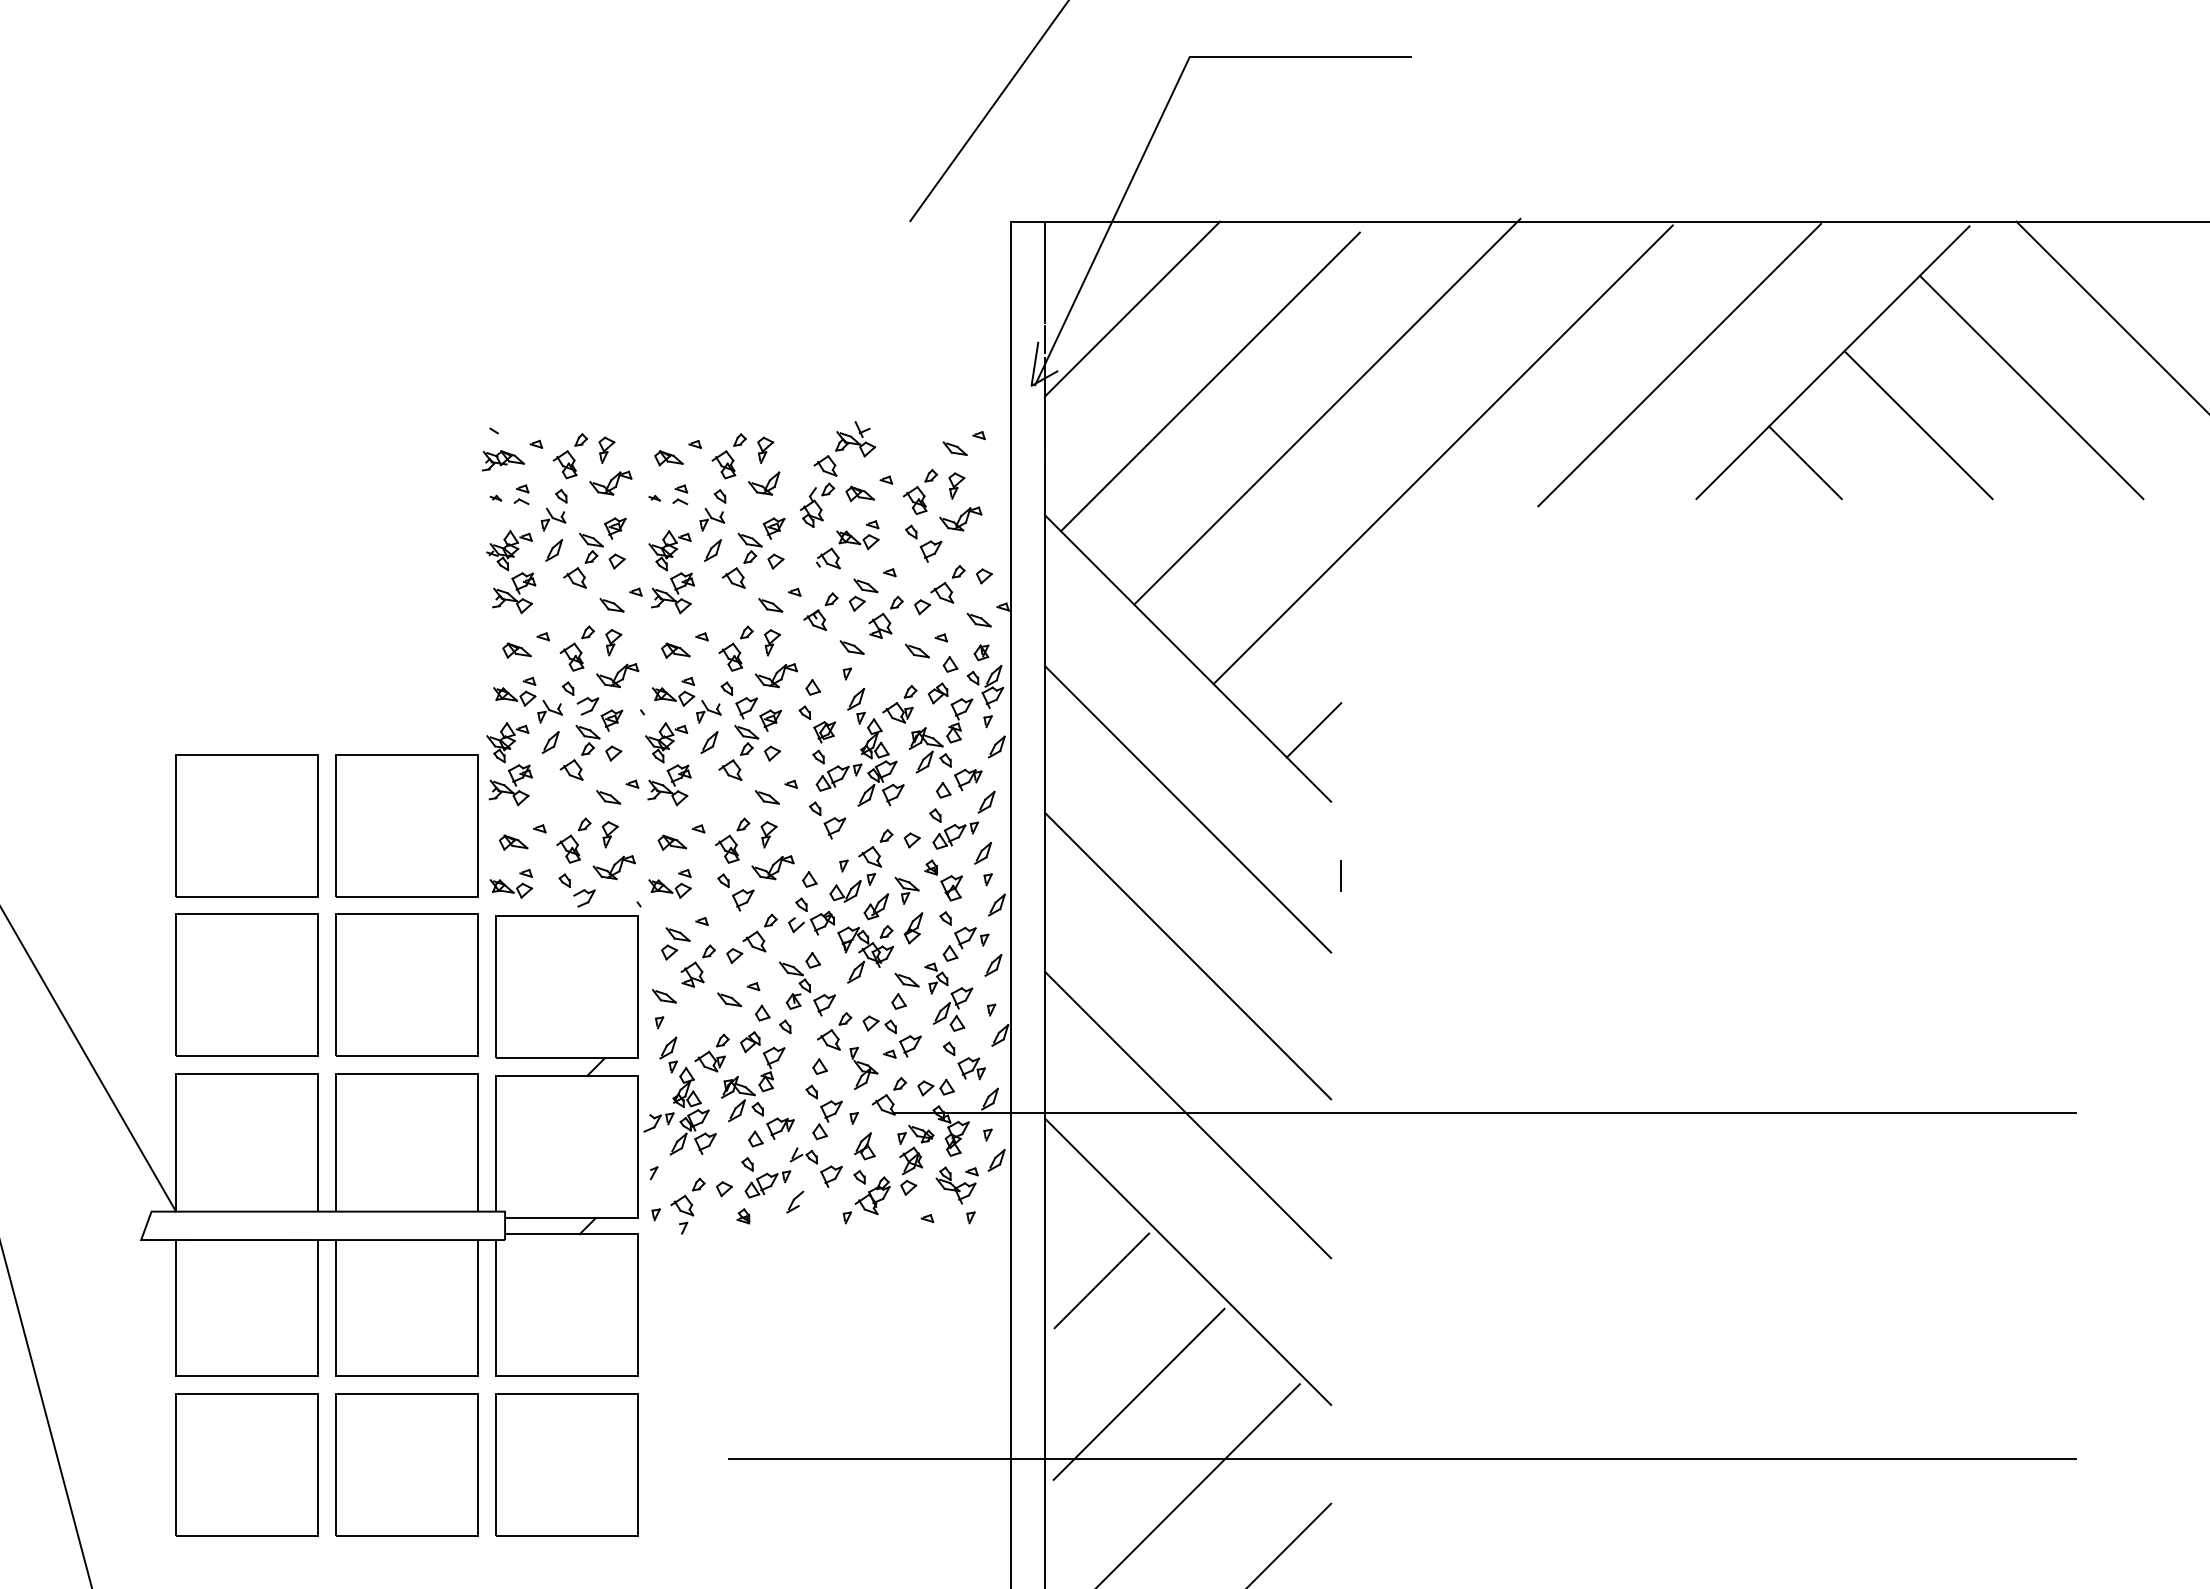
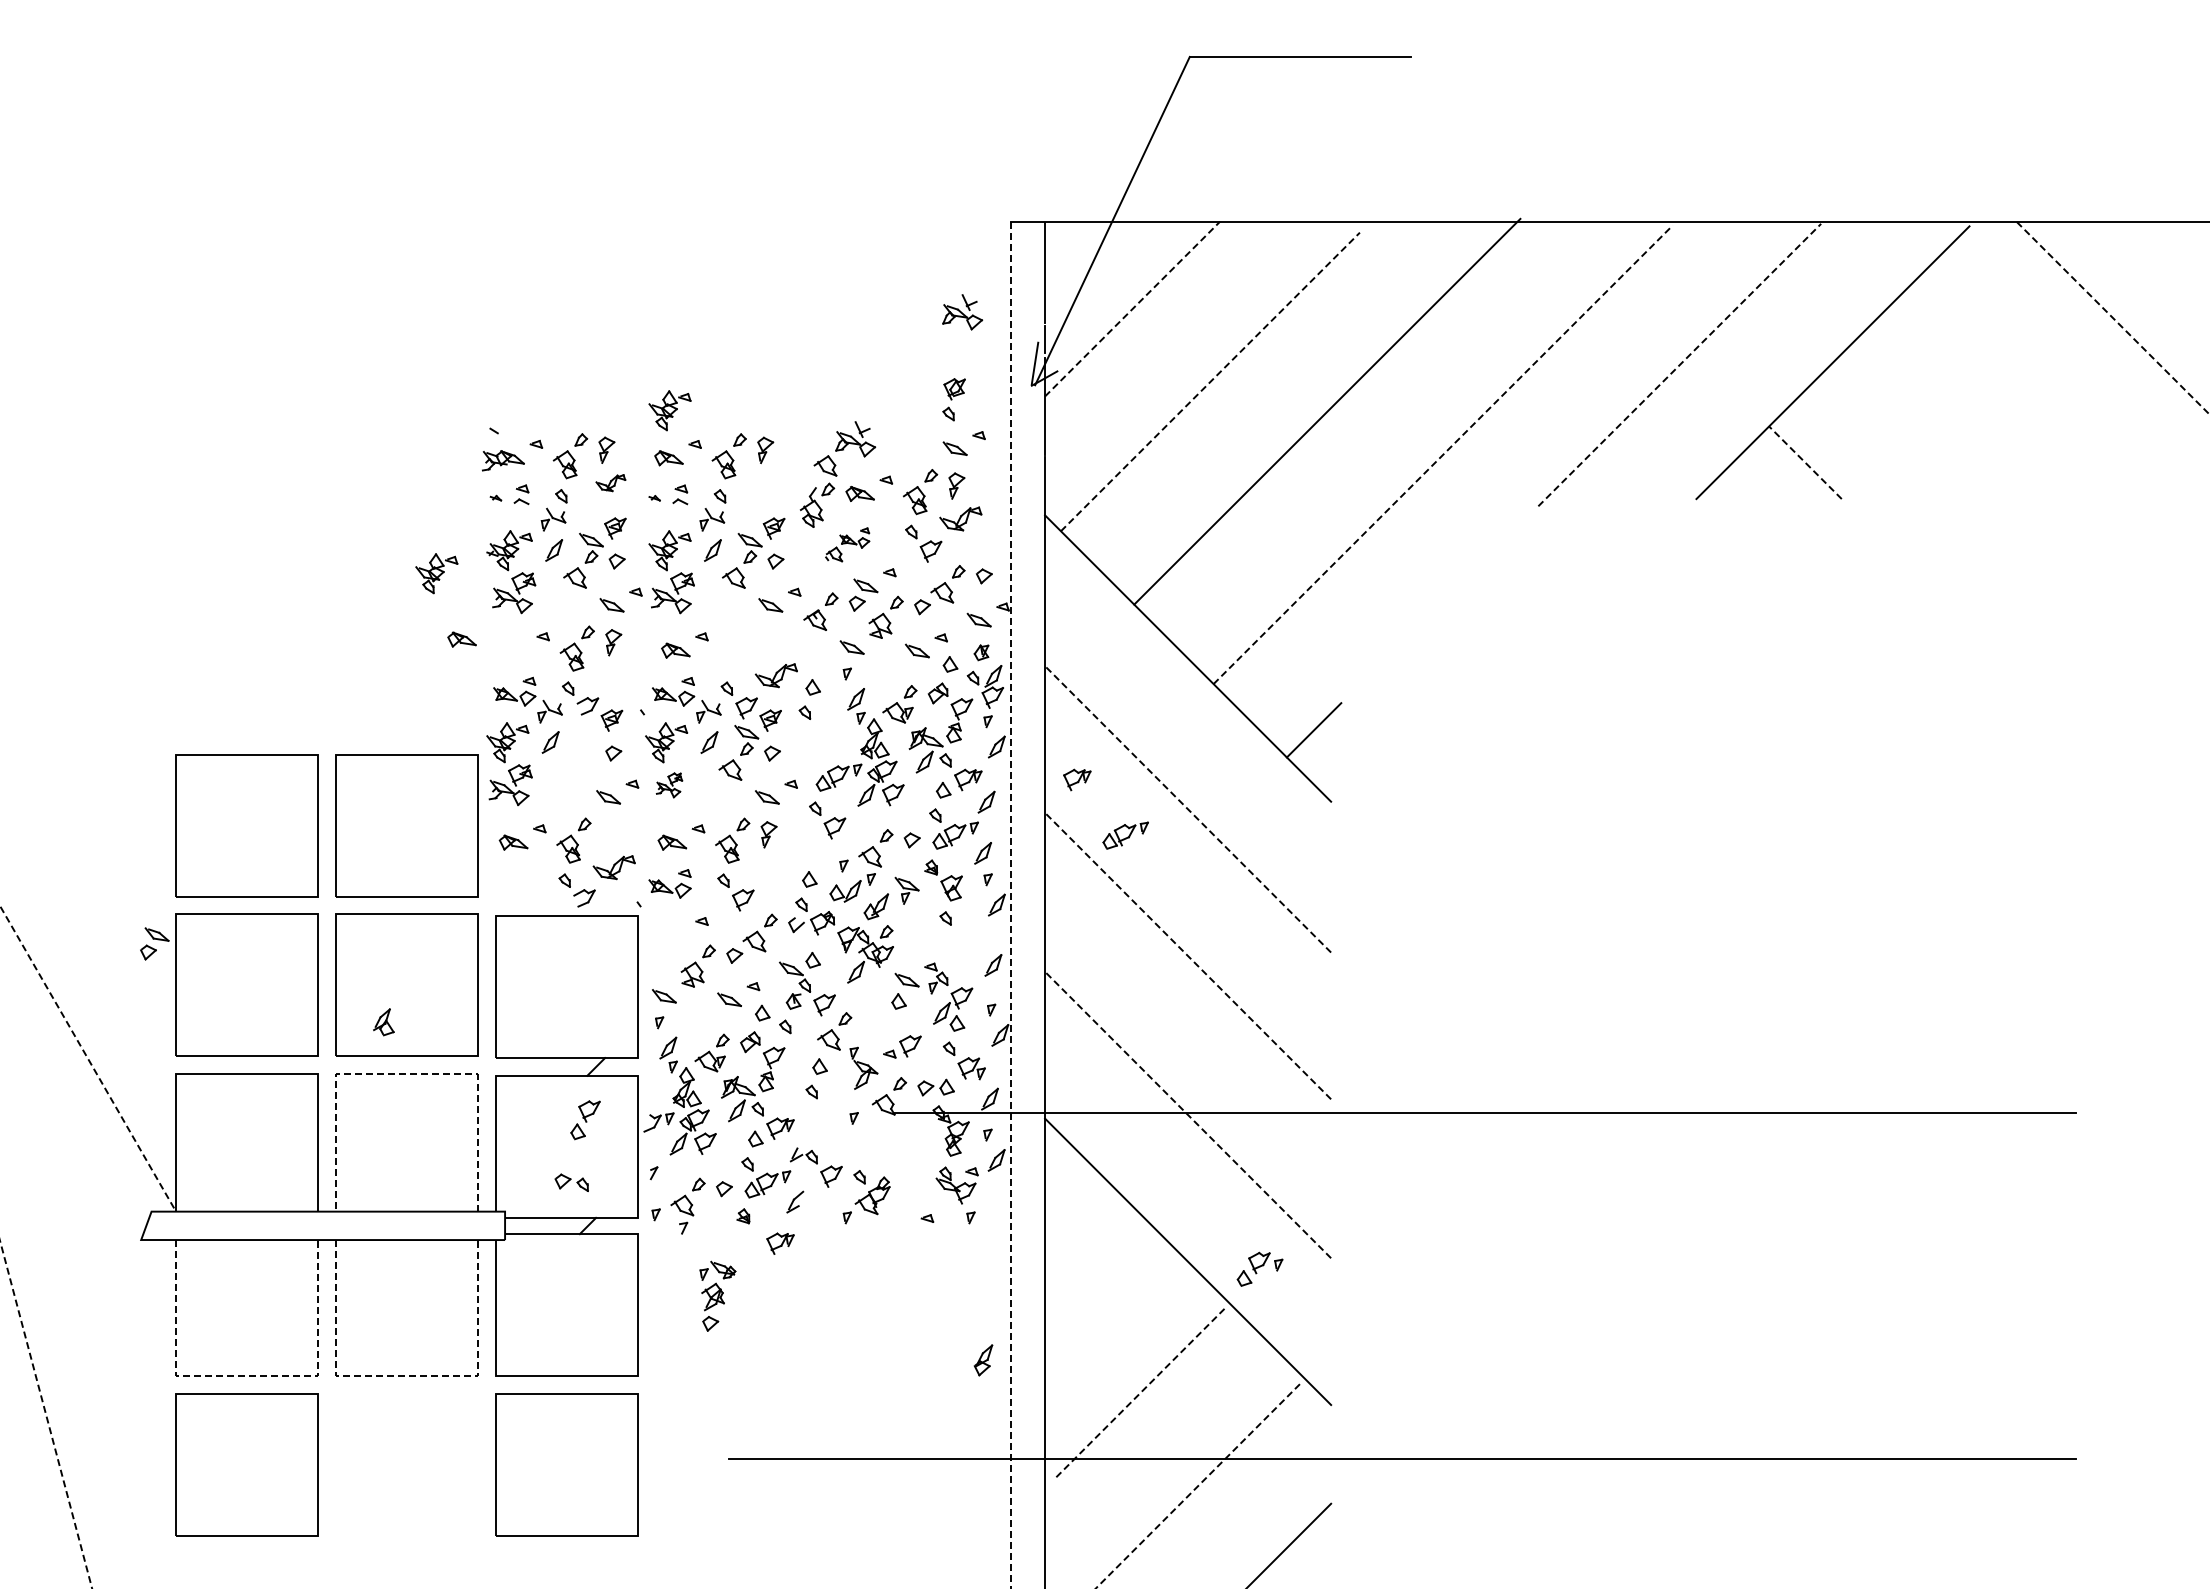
line at (988, 111): present -> none
line at (1132, 309): solid -> dashed
part at (962, 312): none -> present
line at (2112, 317): solid -> dashed
line at (1679, 365): solid -> dashed
line at (1210, 381): solid -> dashed
line at (2031, 387): present -> none
part at (669, 410): none -> present
line at (1918, 425): present -> none
line at (1443, 454): solid -> dashed
line at (1805, 462): solid -> dashed
part at (610, 482) size: 44x26 px -> 32x19 px
part at (764, 483): present -> none
part at (847, 544) size: 65x50 px -> 46x36 px
part at (436, 573): none -> present
part at (772, 642): present -> none
part at (735, 648): present -> none
part at (516, 650) position: (516, 650) -> (461, 639)
part at (617, 675): present -> none
part at (823, 742) position: (823, 742) -> (953, 399)
part at (579, 752): present -> none
part at (1077, 779): none -> present
part at (669, 785) size: 45x43 px -> 29x27 px
line at (1187, 809): solid -> dashed
part at (609, 834): present -> none
part at (1125, 835): none -> present
part at (772, 867): present -> none
line at (1340, 875): present -> none
part at (510, 883): present -> none
line at (1010, 905): solid -> dashed
part at (913, 928) position: (913, 928) -> (983, 1360)
part at (675, 943) position: (675, 943) -> (154, 943)
part at (965, 943) position: (965, 943) -> (1259, 1268)
line at (1187, 955): solid -> dashed
part at (879, 1024) position: (879, 1024) -> (571, 1182)
line at (88, 1059): solid -> dashed
line at (406, 1074): solid -> dashed
line at (1187, 1114): solid -> dashed
part at (827, 1120) position: (827, 1120) -> (585, 1120)
part at (864, 1146) position: (864, 1146) -> (383, 1022)
part at (915, 1159) position: (915, 1159) -> (717, 1295)
part at (780, 1243): none -> present
line at (1101, 1280): present -> none
line at (247, 1376): solid -> dashed
line at (407, 1376): solid -> dashed
line at (1139, 1394): solid -> dashed
line at (46, 1414): solid -> dashed
part at (406, 1464): present -> none
line at (1197, 1486): solid -> dashed
